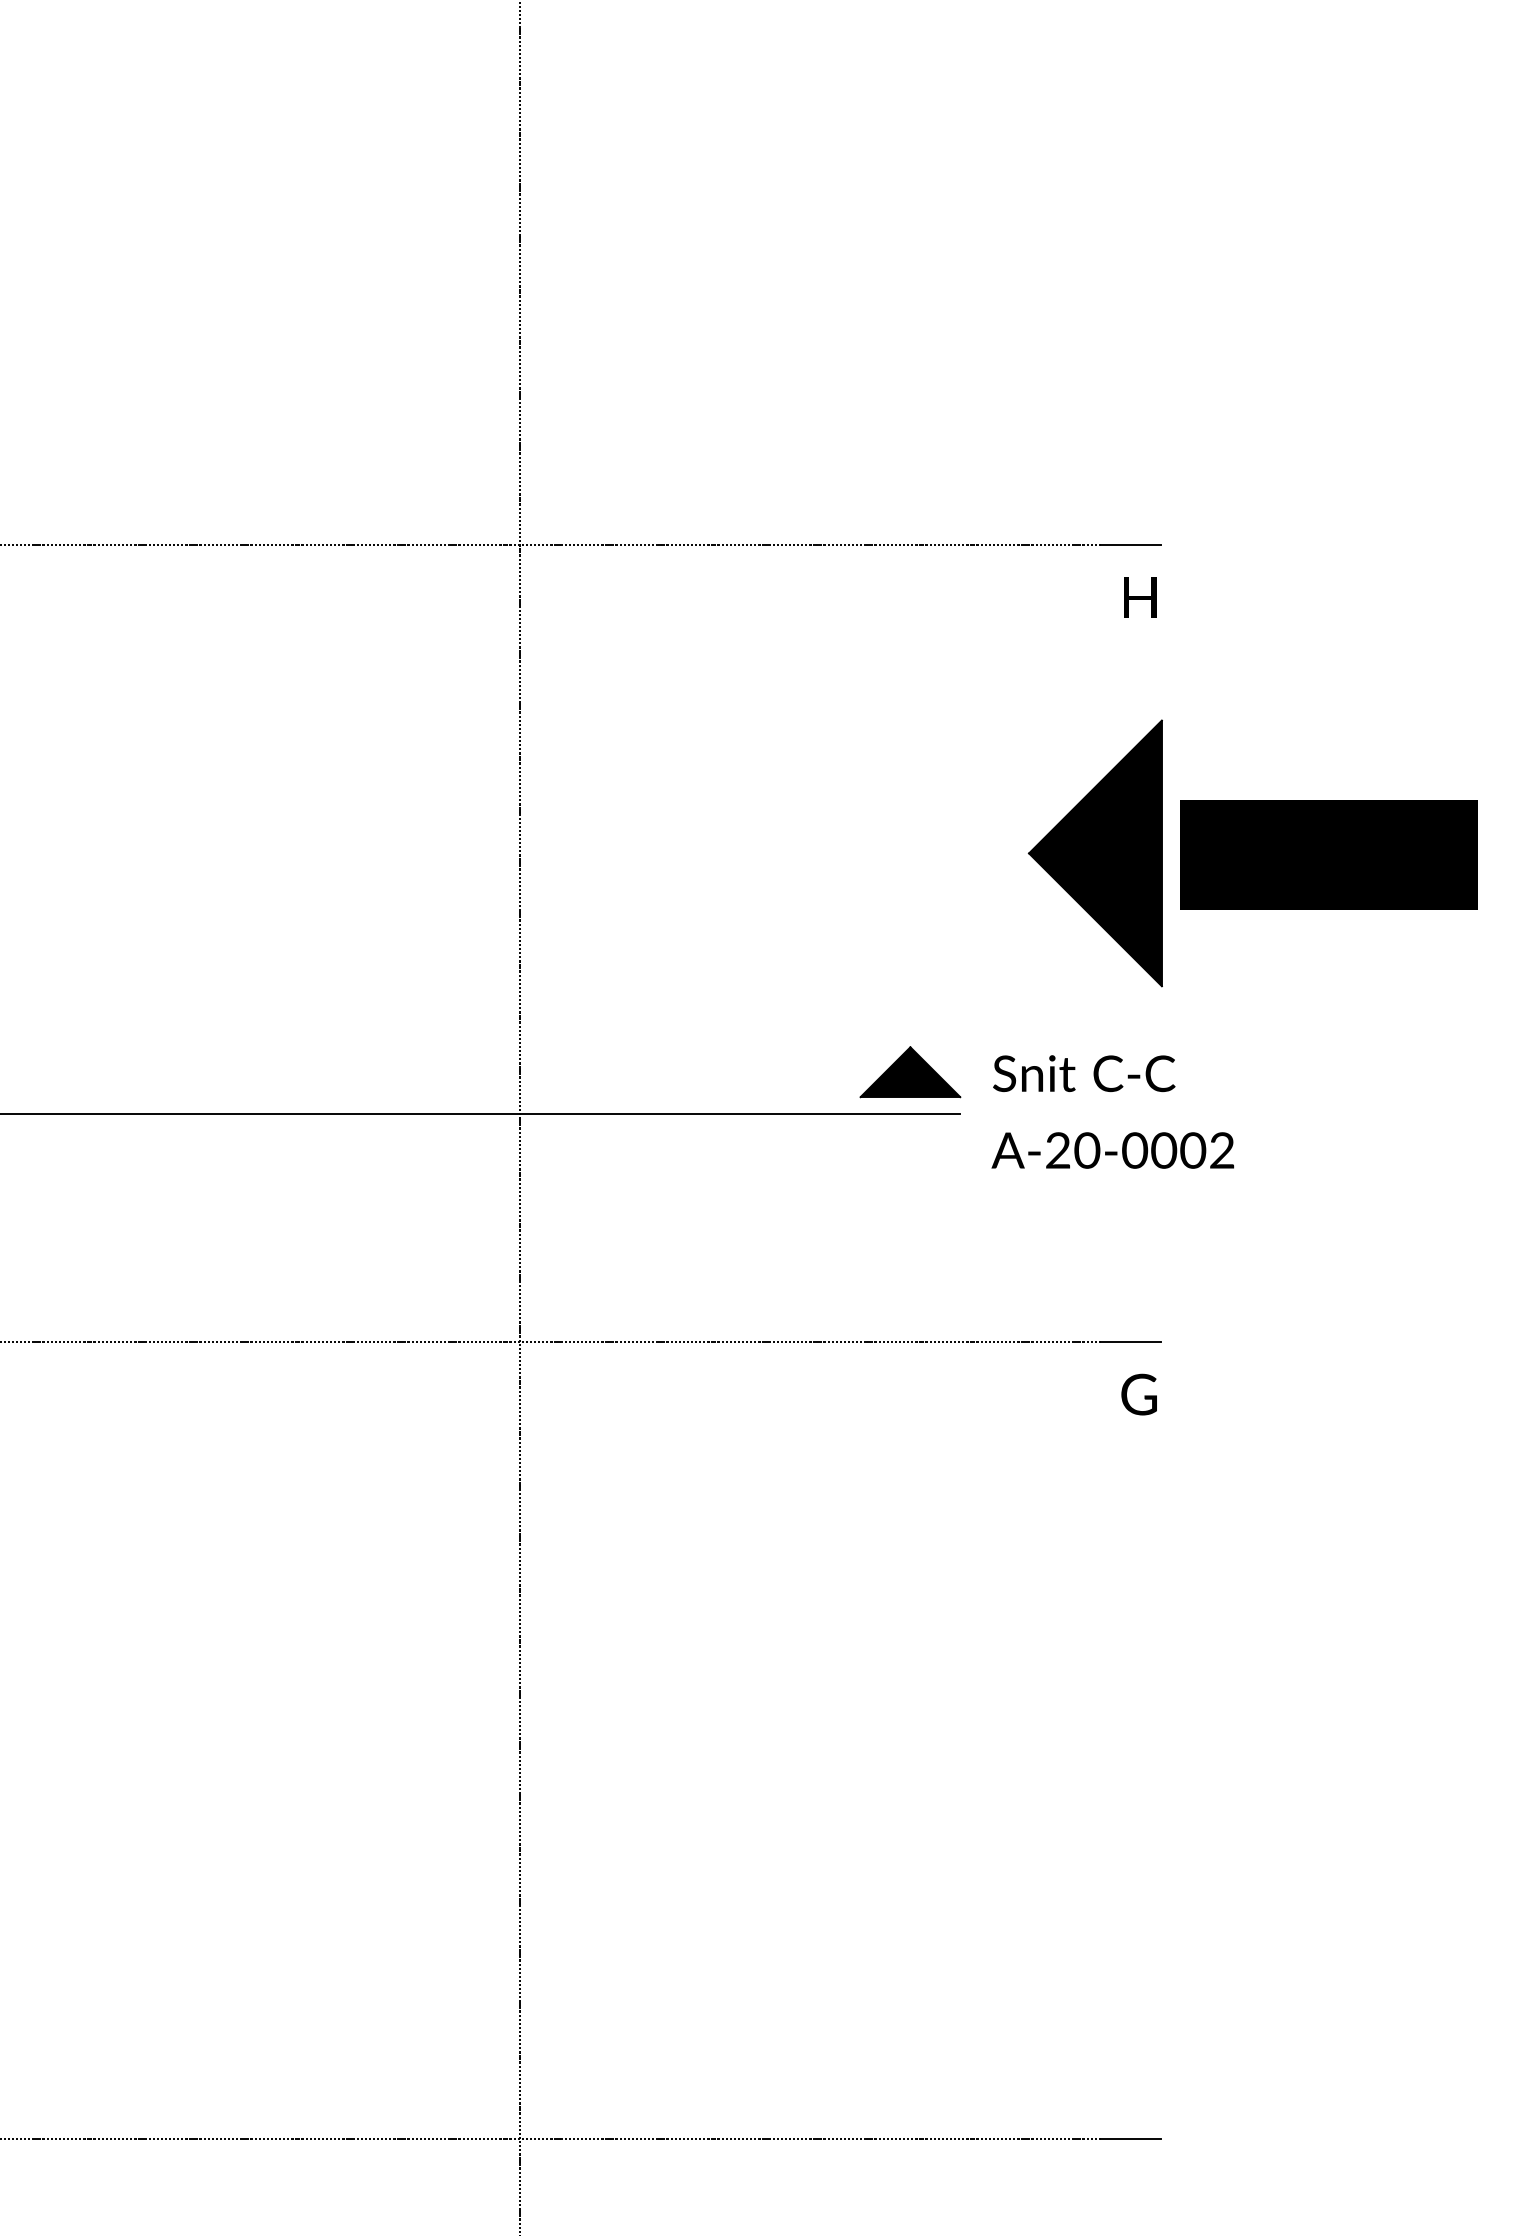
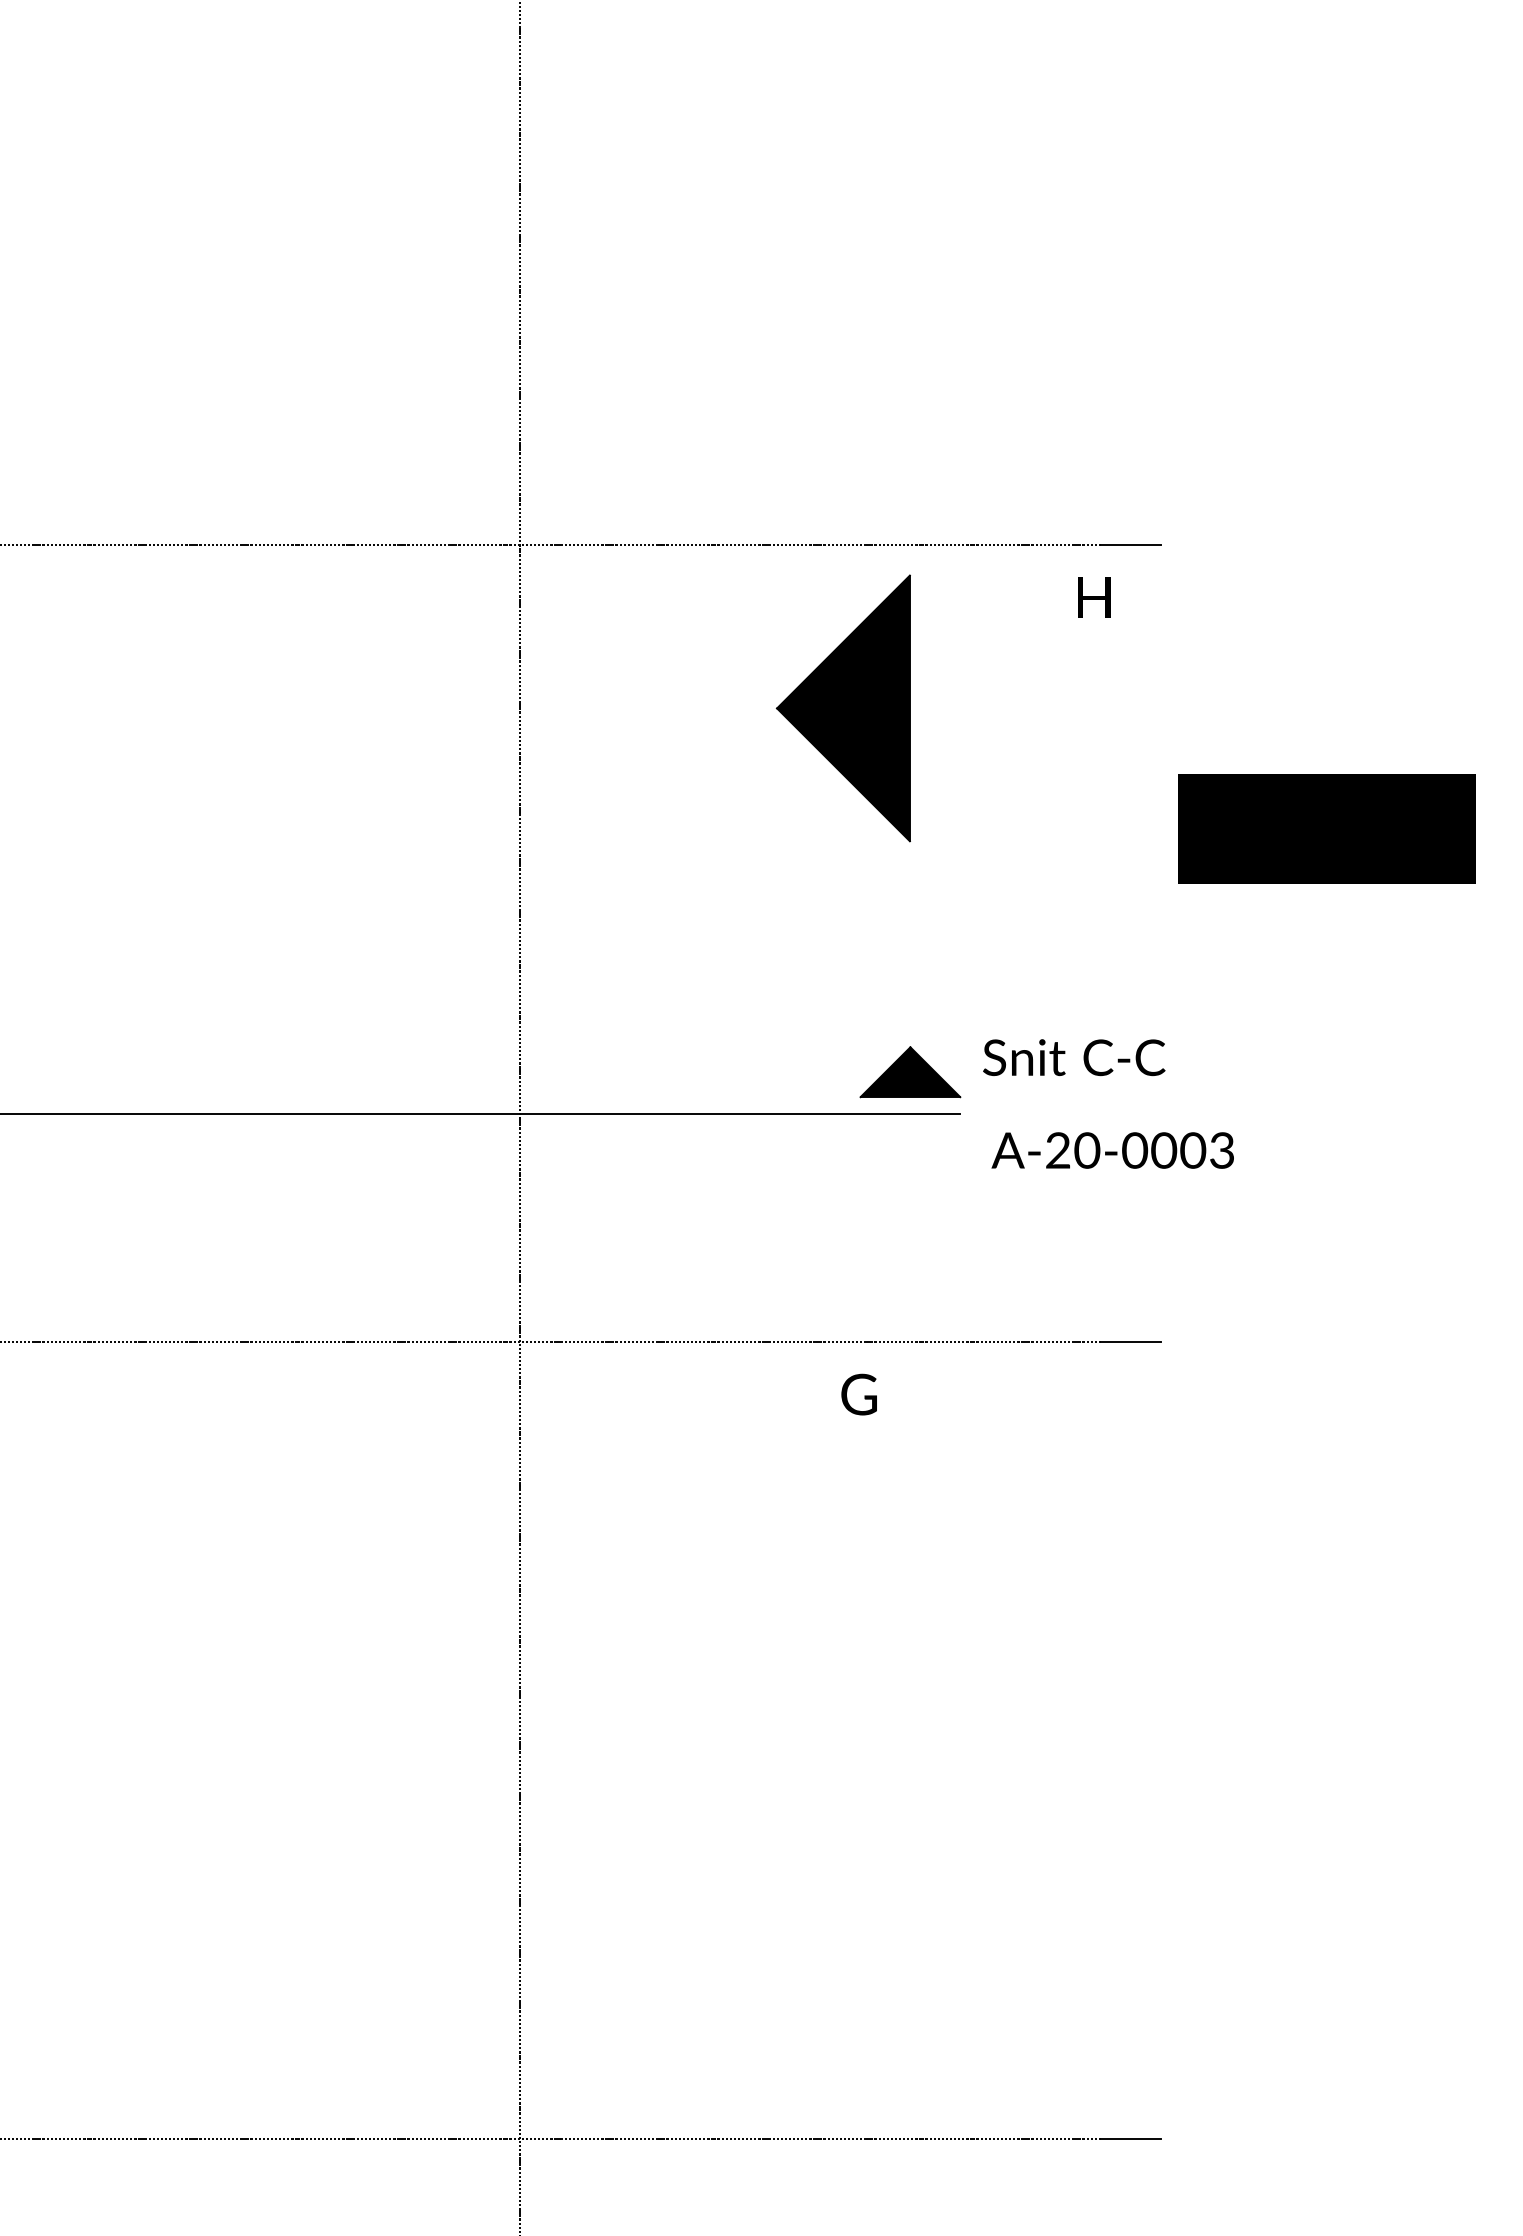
text at (1140, 597) position: (1140, 597) -> (1094, 597)
part at (1094, 853) position: (1094, 853) -> (842, 708)
text at (1328, 854) position: (1328, 854) -> (1326, 828)
text at (1084, 1073) position: (1084, 1073) -> (1074, 1057)
text at (1222, 1150): A-20-0002 -> A-20-0003
text at (1138, 1394) position: (1138, 1394) -> (858, 1394)
